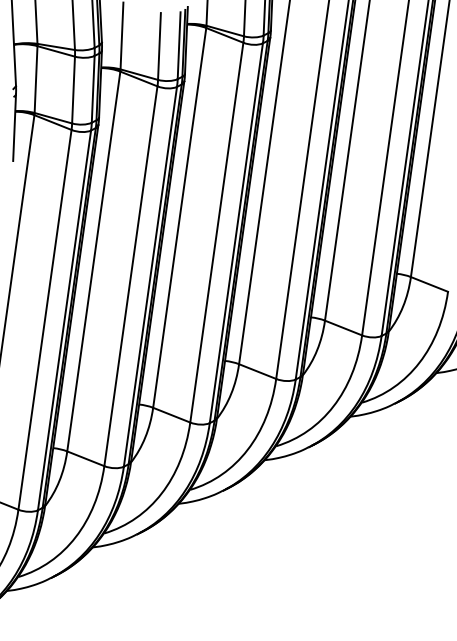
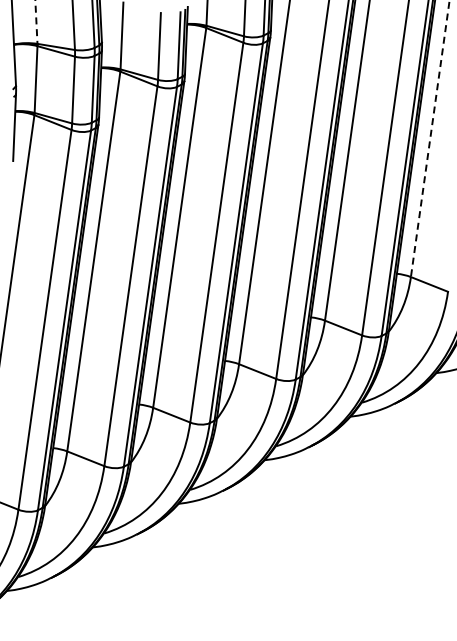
line at (36, 21): solid -> dashed
line at (430, 138): solid -> dashed
